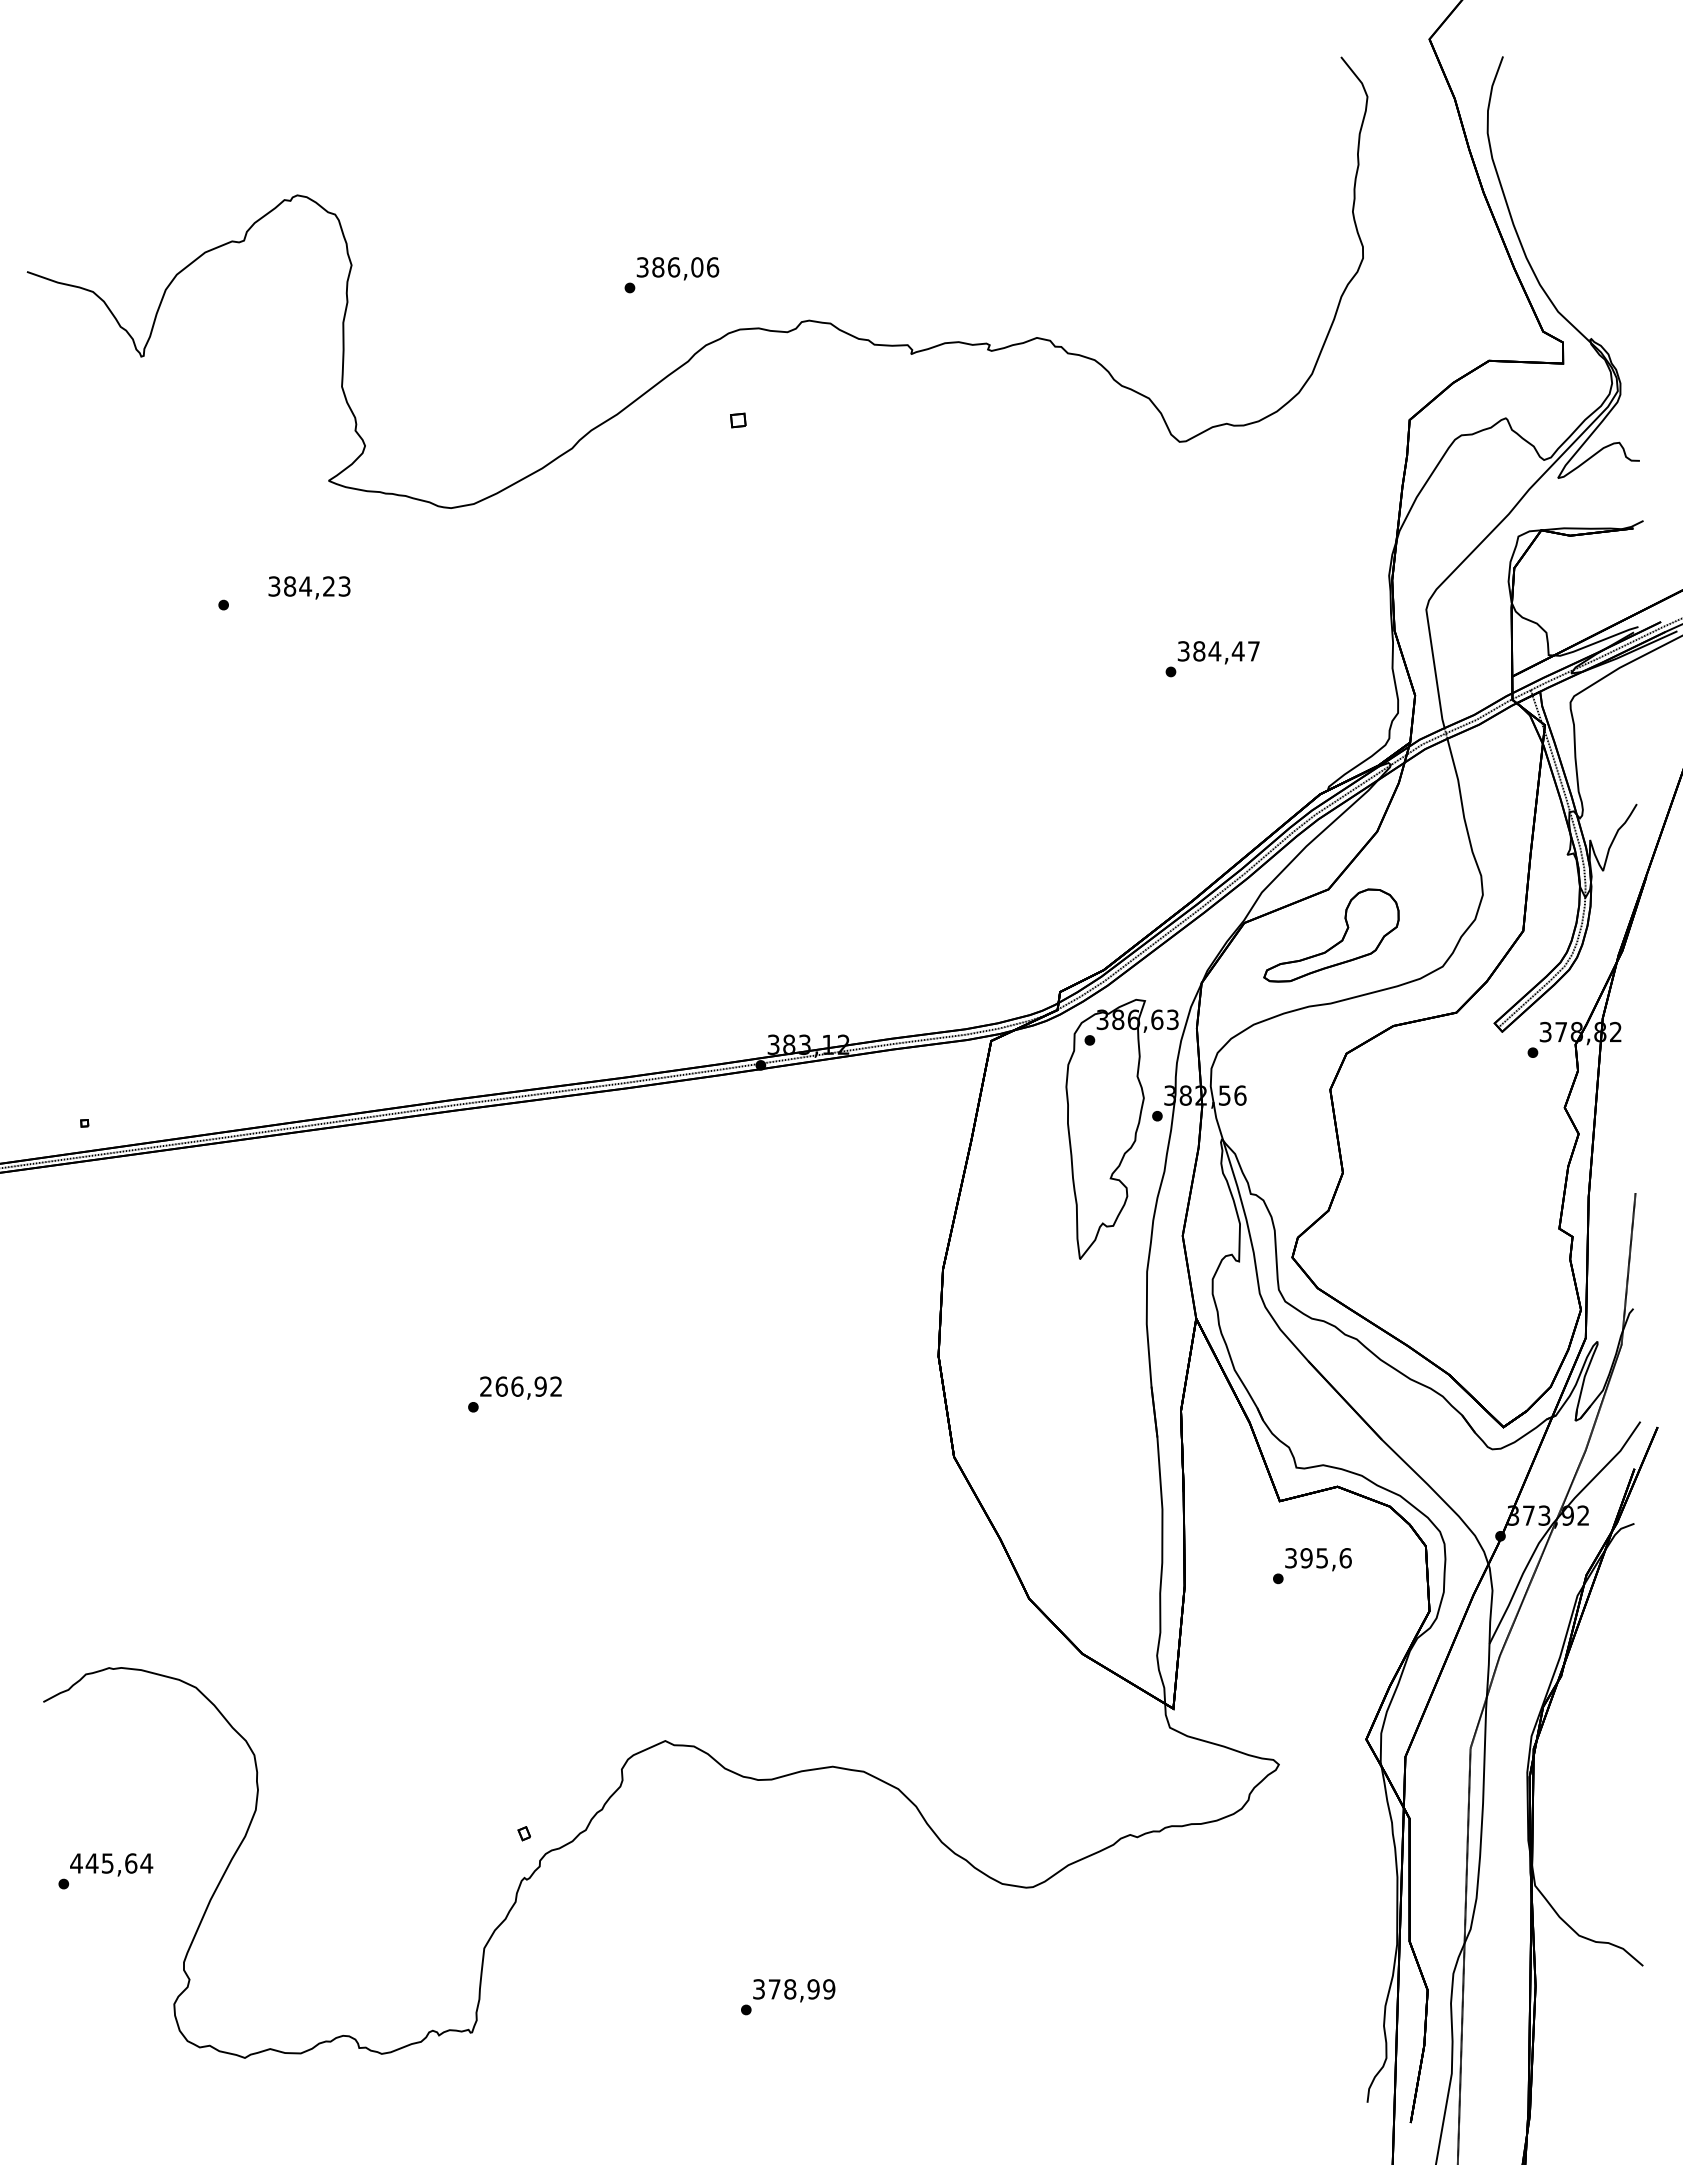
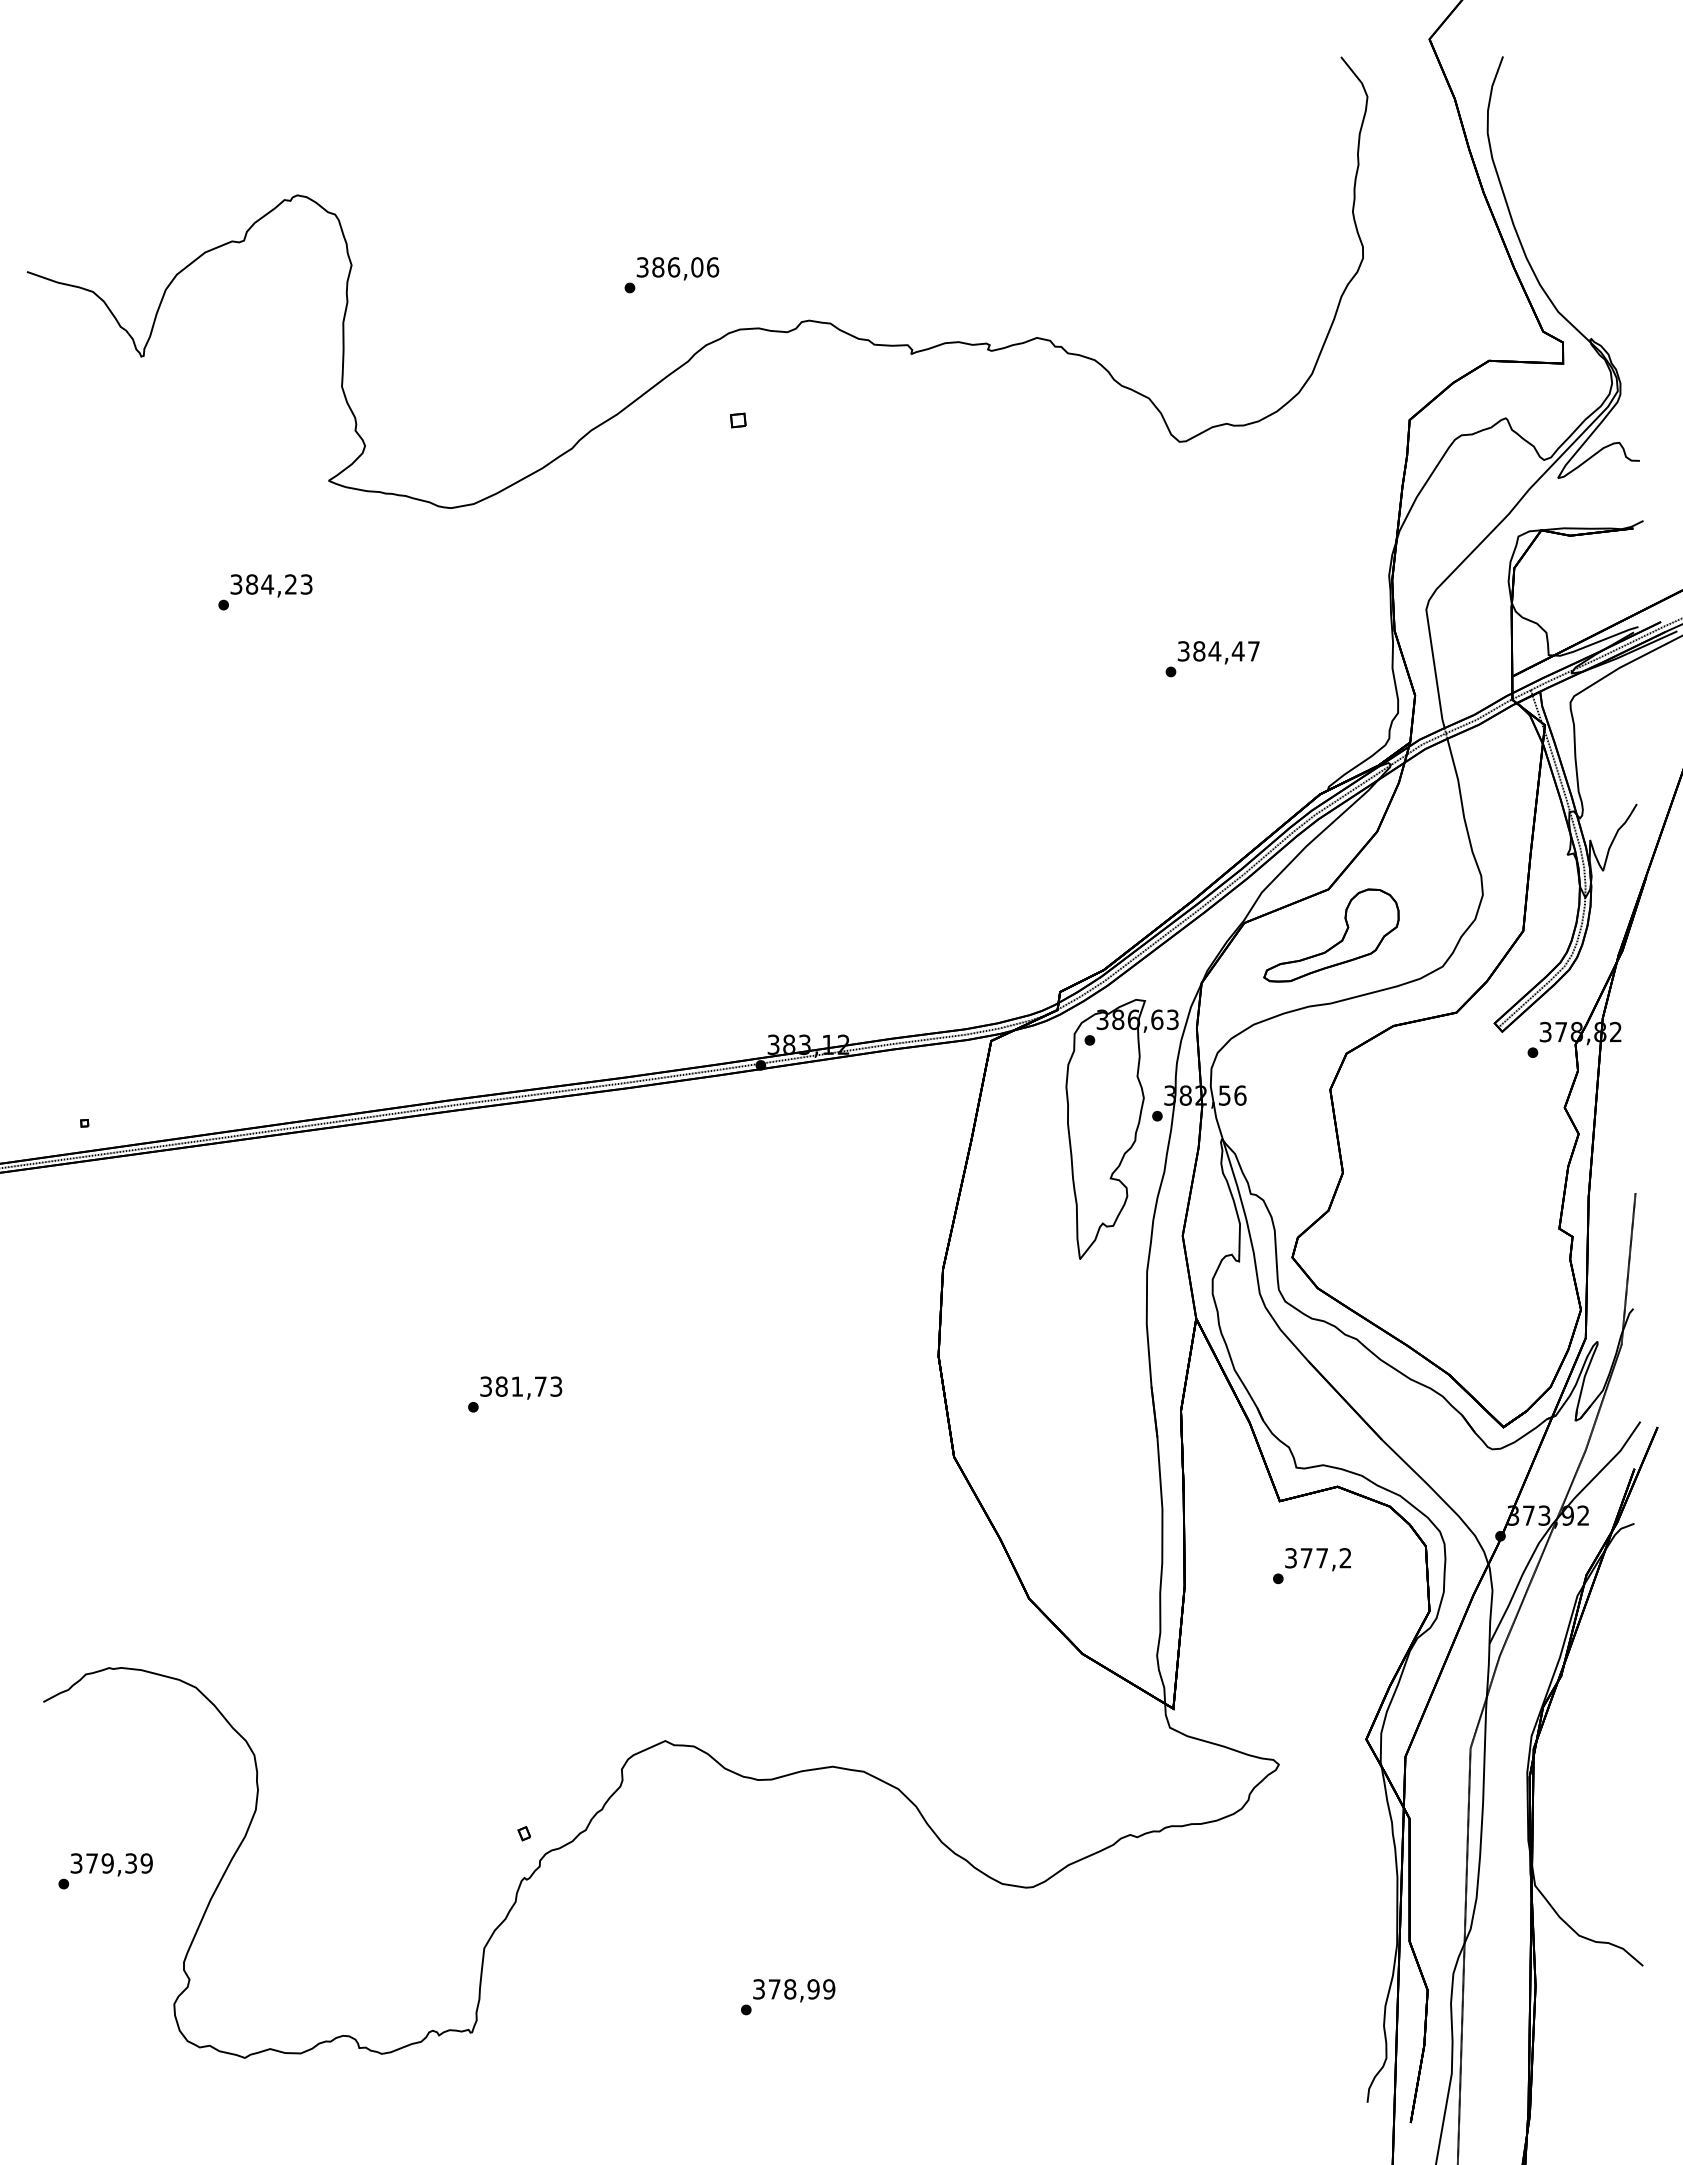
text at (309, 587) position: (309, 587) -> (271, 585)
text at (521, 1386): 266,92 -> 381,73
text at (1325, 1558): 395,6 -> 377,2
text at (111, 1863): 445,64 -> 379,39
